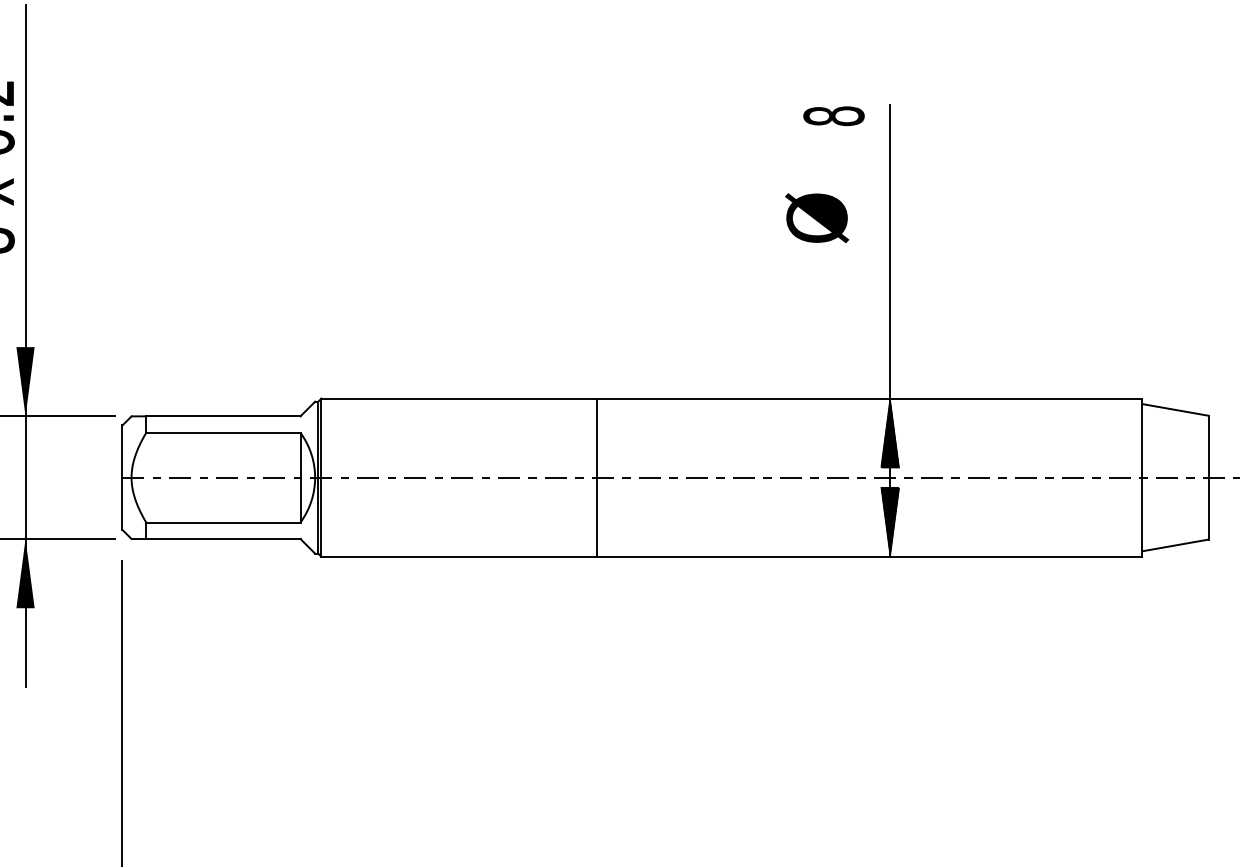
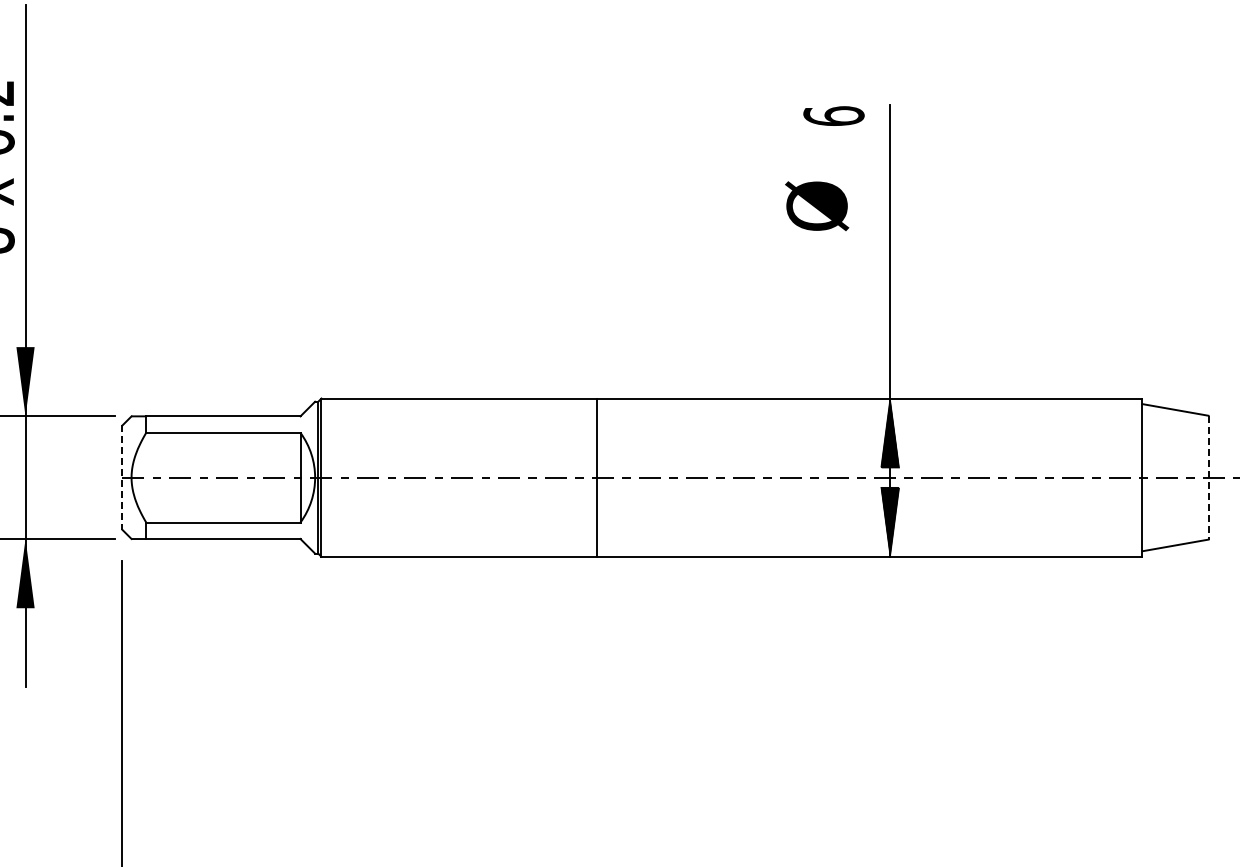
text at (833, 116): 8 -> 6
text at (817, 217) position: (817, 217) -> (817, 205)
line at (1208, 477): solid -> dashed
line at (122, 478): solid -> dashed
